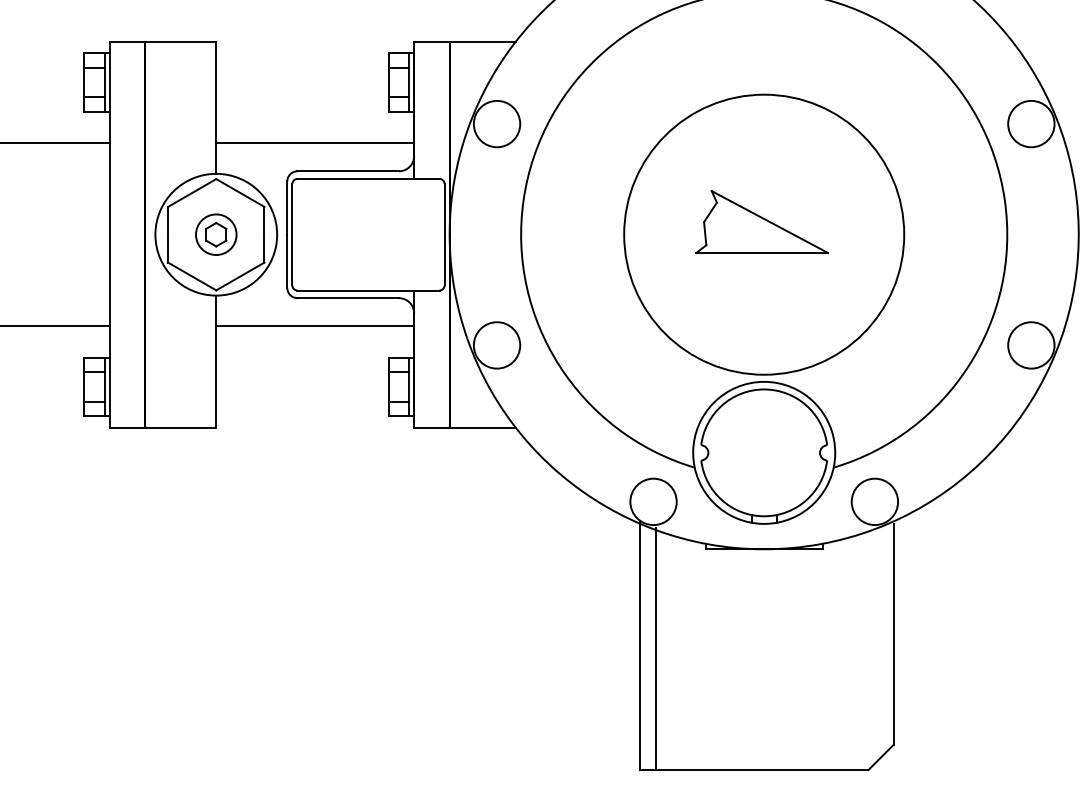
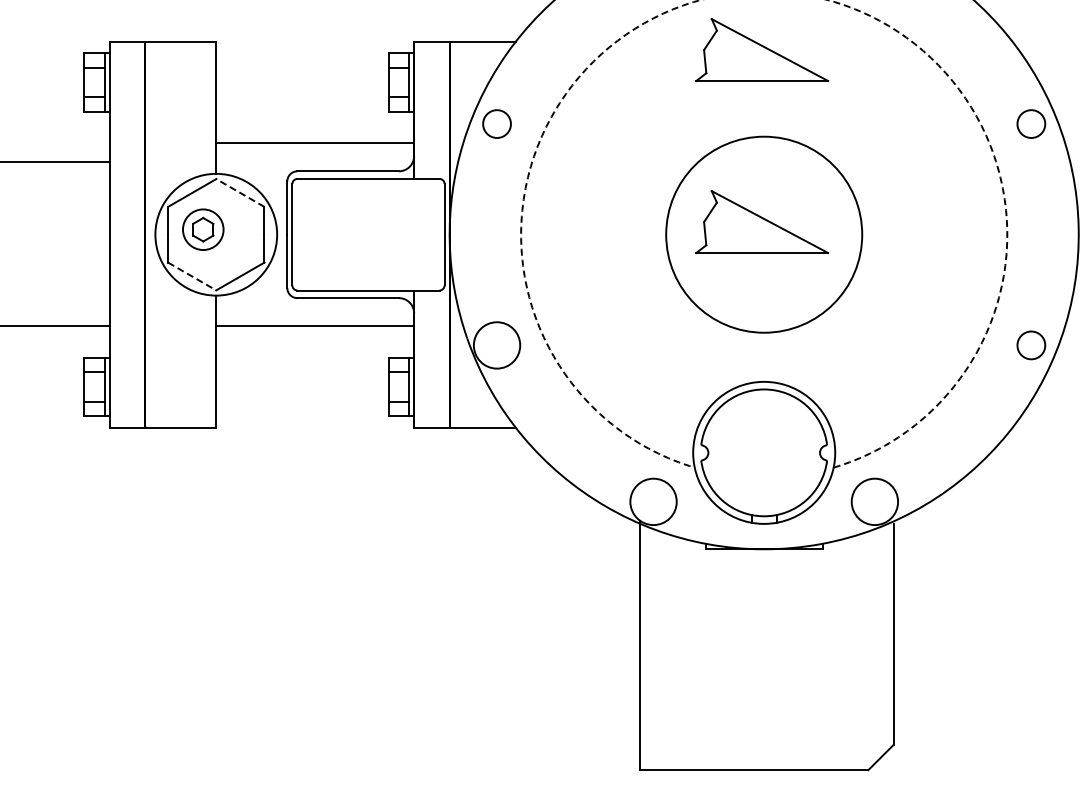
arc at (700, 0): solid -> dashed
part at (762, 50): none -> present
circle at (496, 123) diameter: 46 px -> 28 px
circle at (1031, 123) diameter: 46 px -> 28 px
line at (55, 143) position: (55, 143) -> (55, 162)
line at (240, 193): solid -> dashed
part at (216, 234) position: (216, 234) -> (203, 229)
circle at (764, 234) diameter: 280 px -> 196 px
line at (192, 276): solid -> dashed
circle at (1031, 345) diameter: 46 px -> 28 px
line at (656, 648): present -> none
